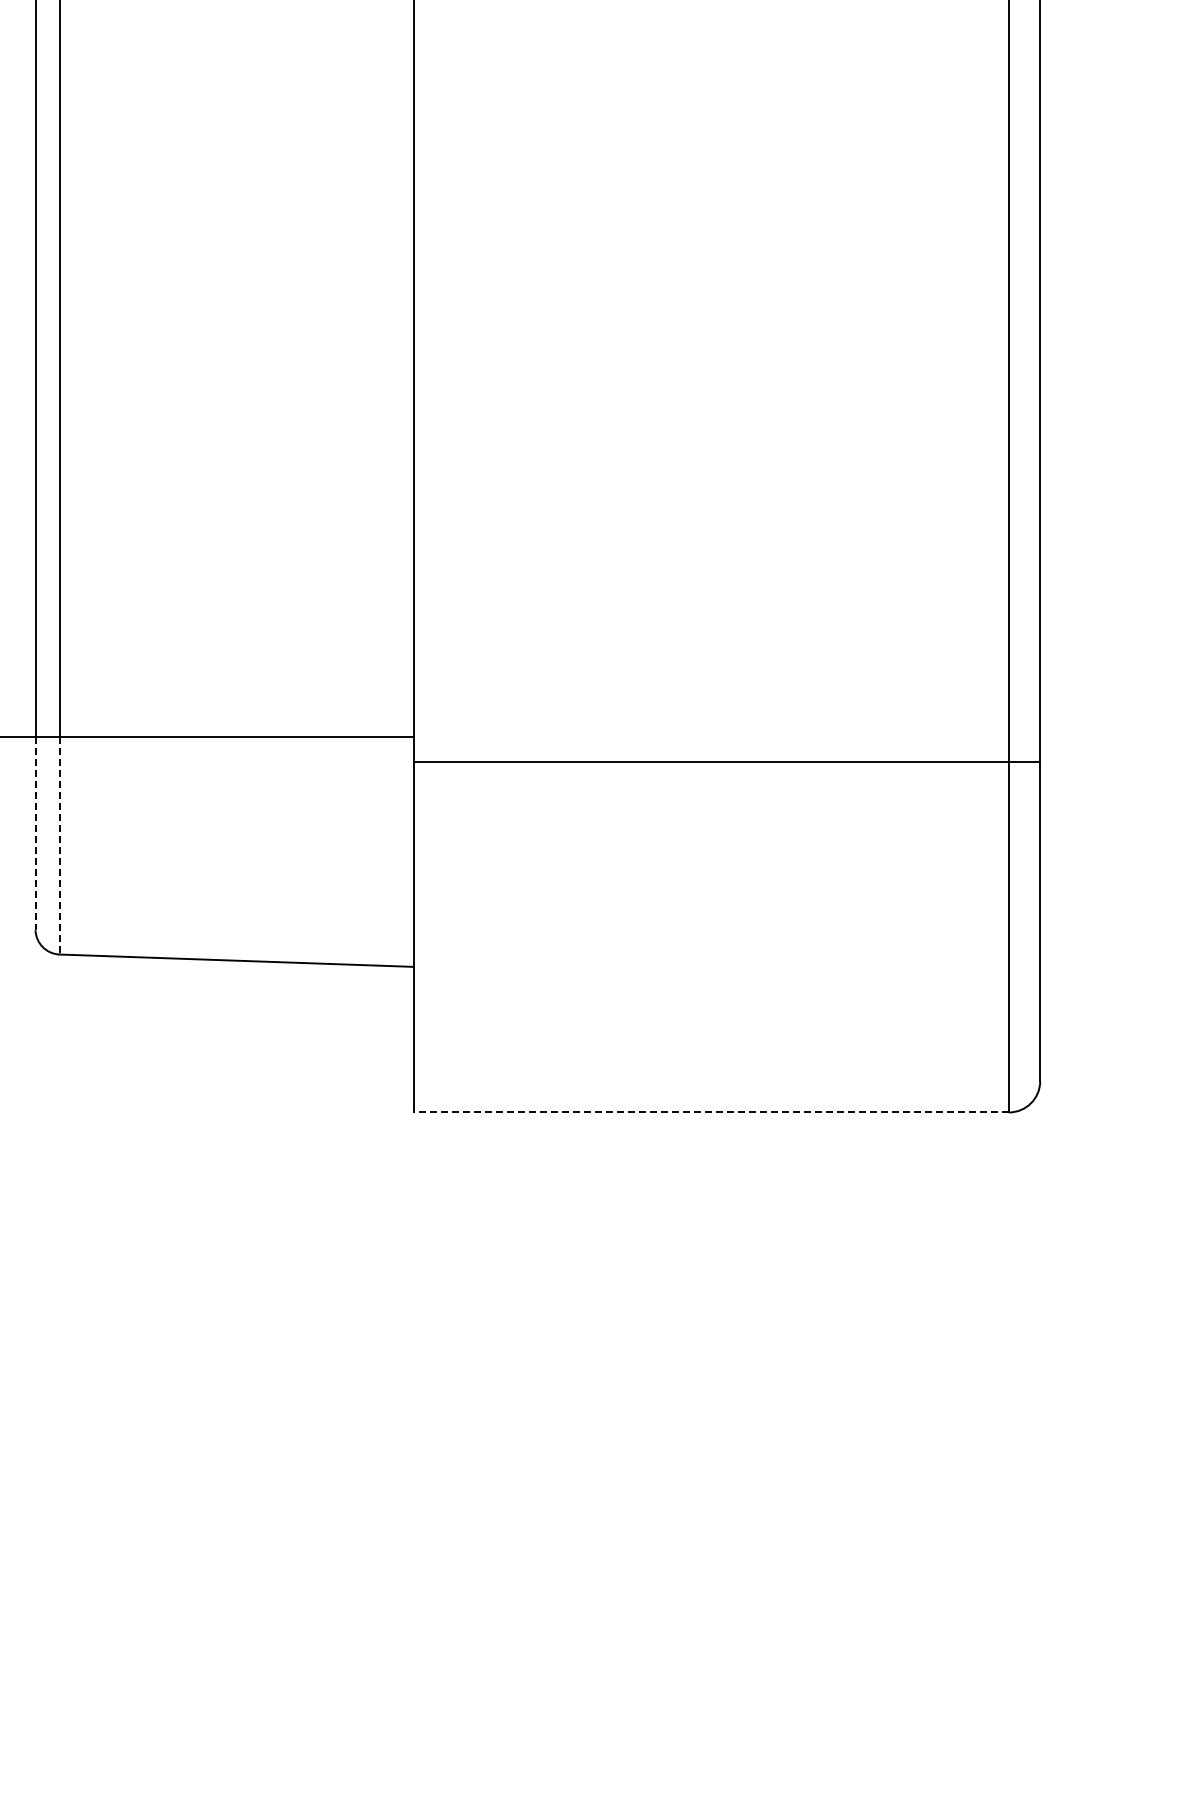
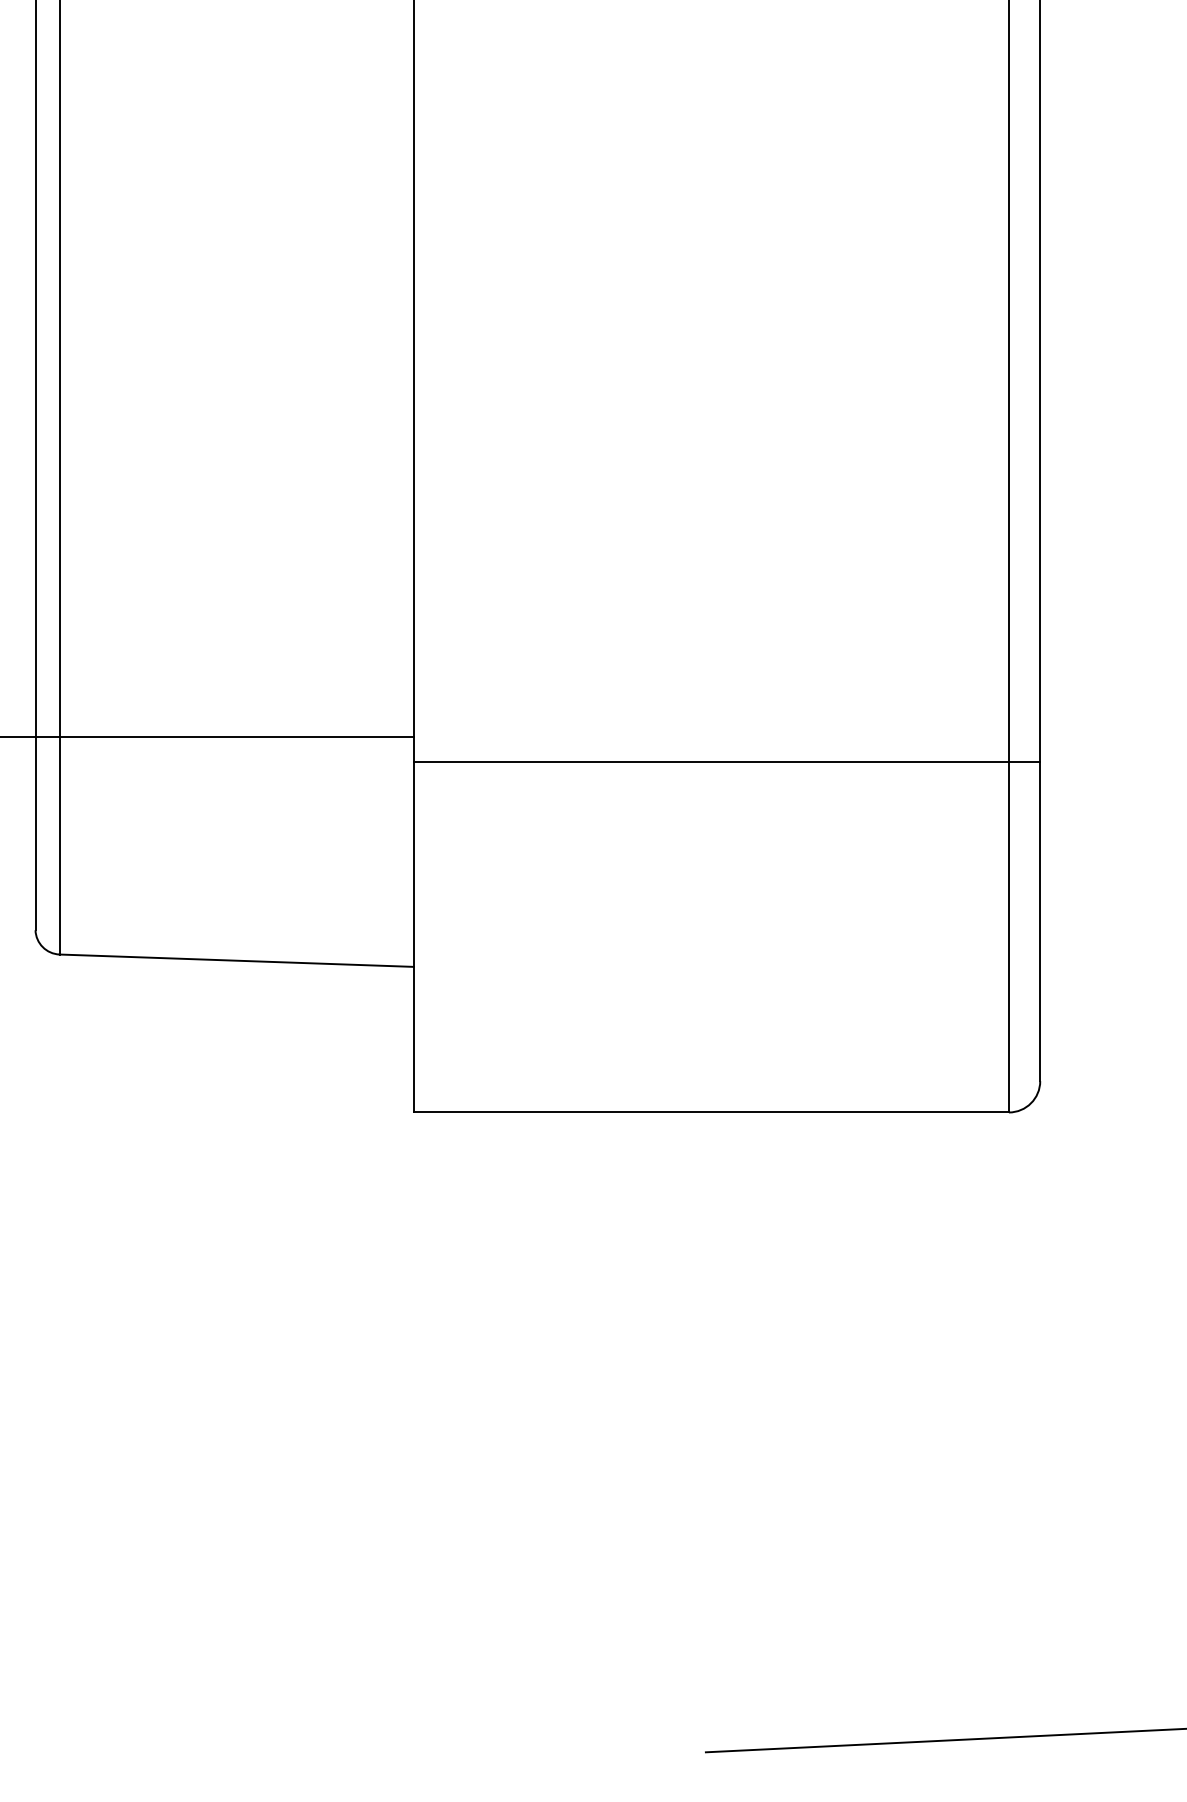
line at (35, 833): dashed -> solid
line at (59, 845): dashed -> solid
line at (711, 1112): dashed -> solid
line at (944, 1740): none -> present
